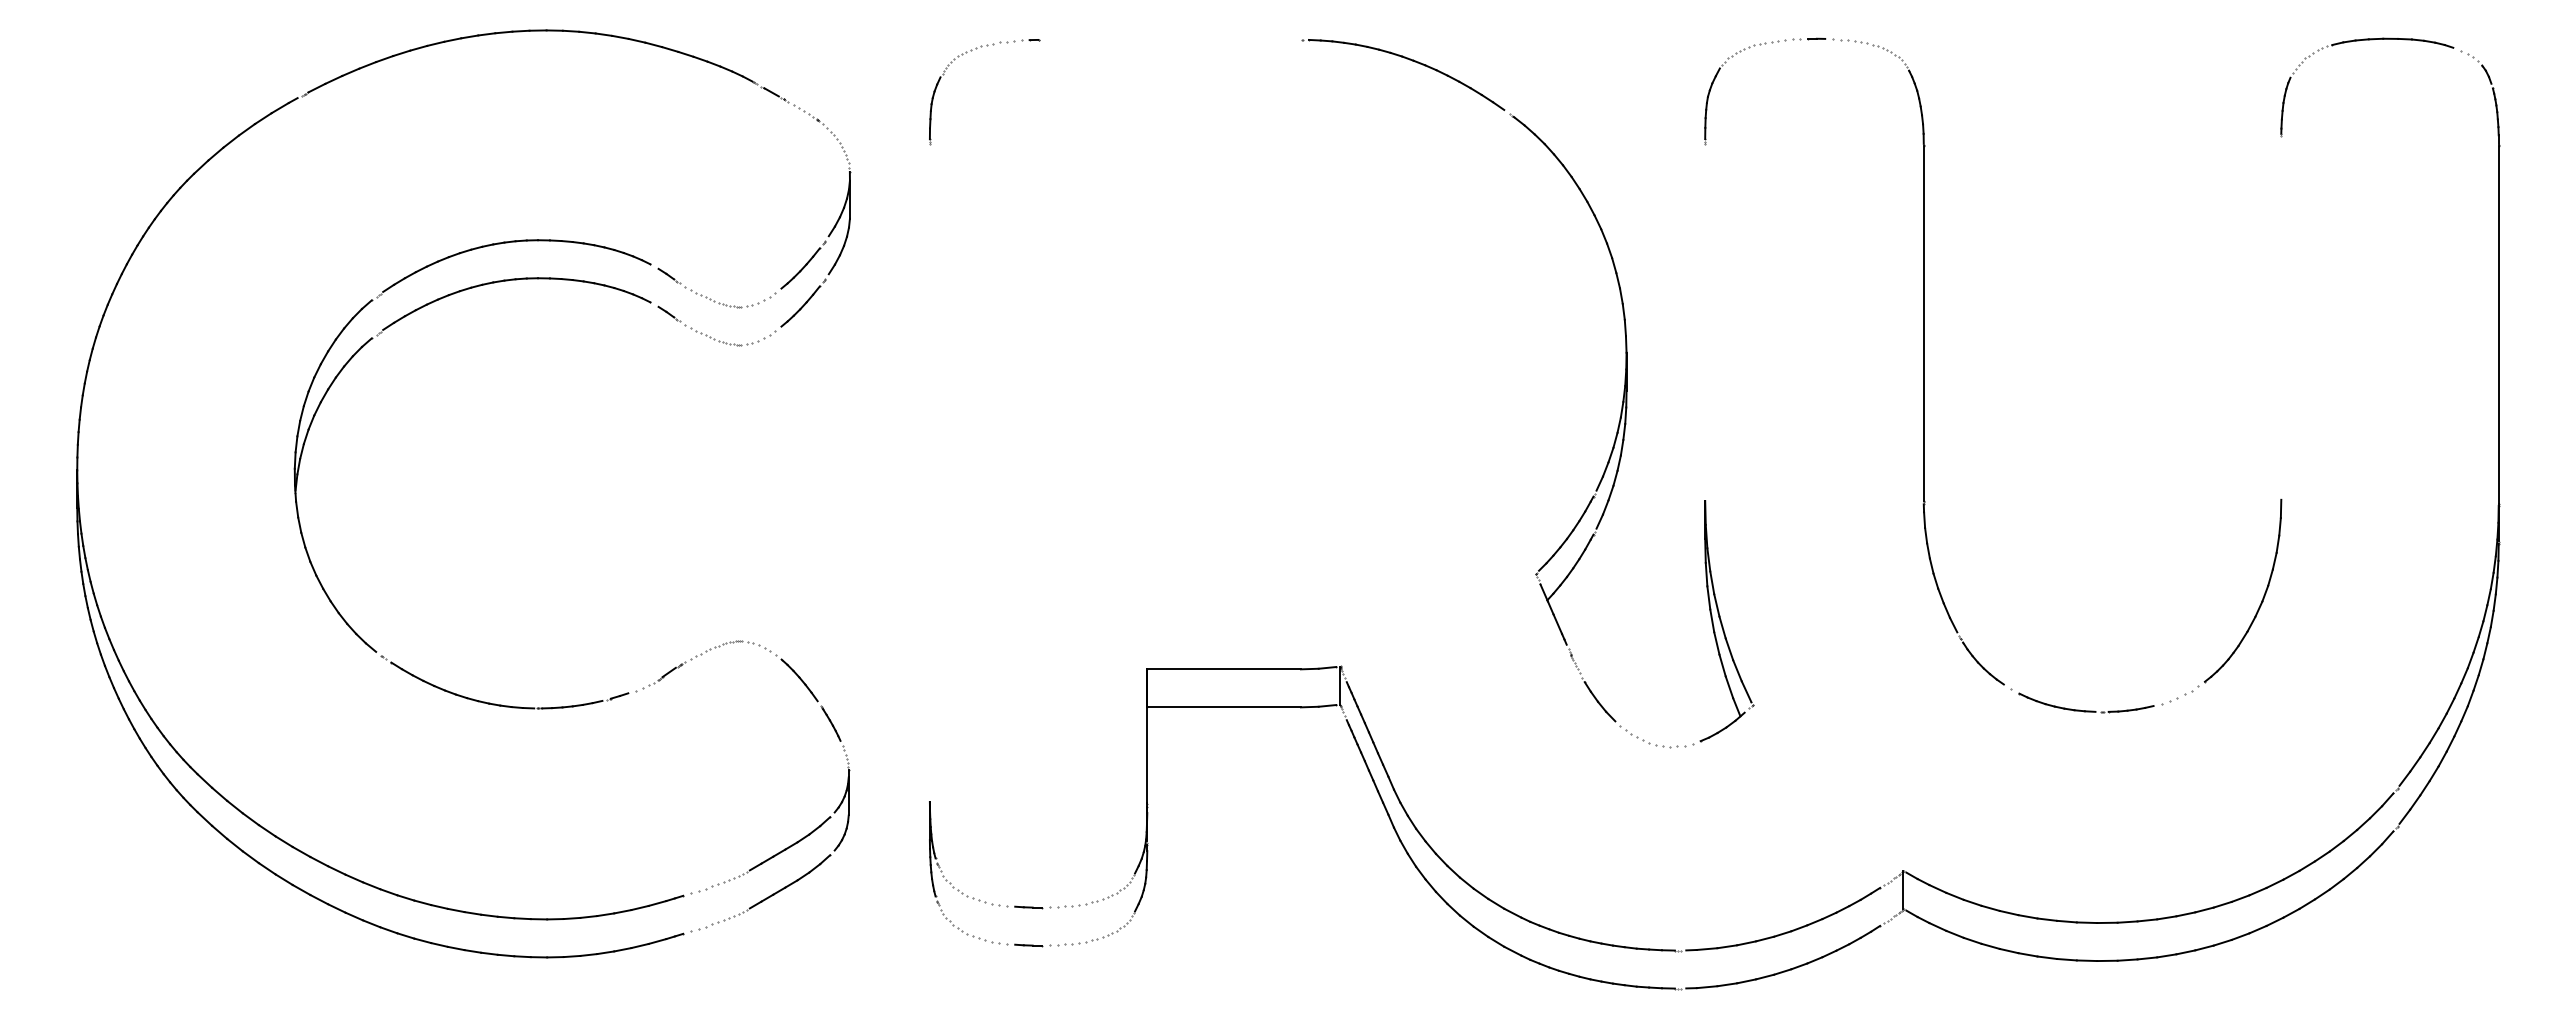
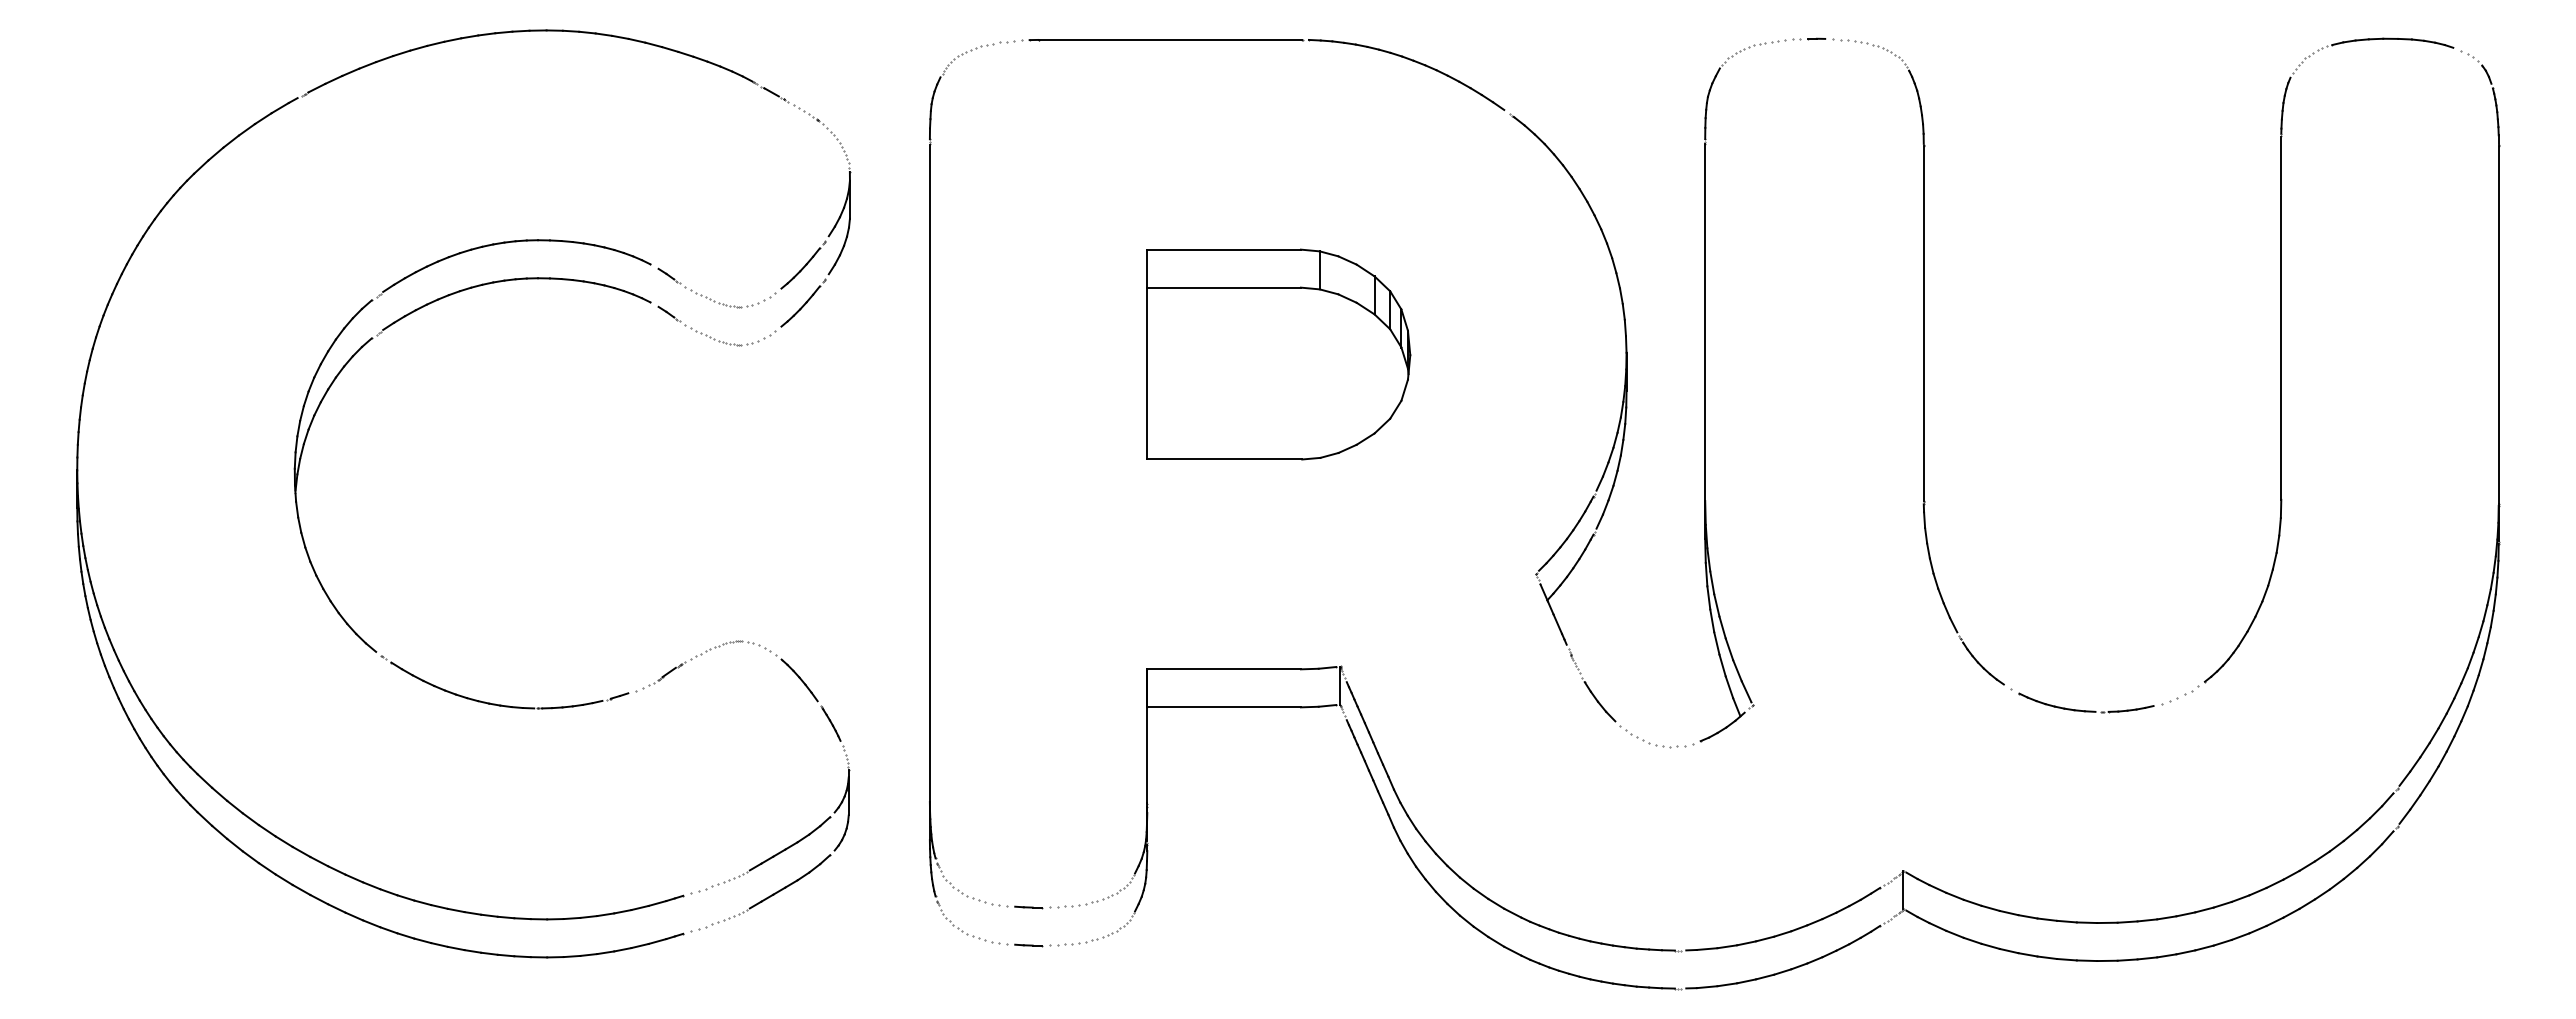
line at (1170, 39): none -> present
line at (2281, 318): none -> present
line at (1705, 322): none -> present
part at (1278, 354): none -> present
line at (929, 473): none -> present
